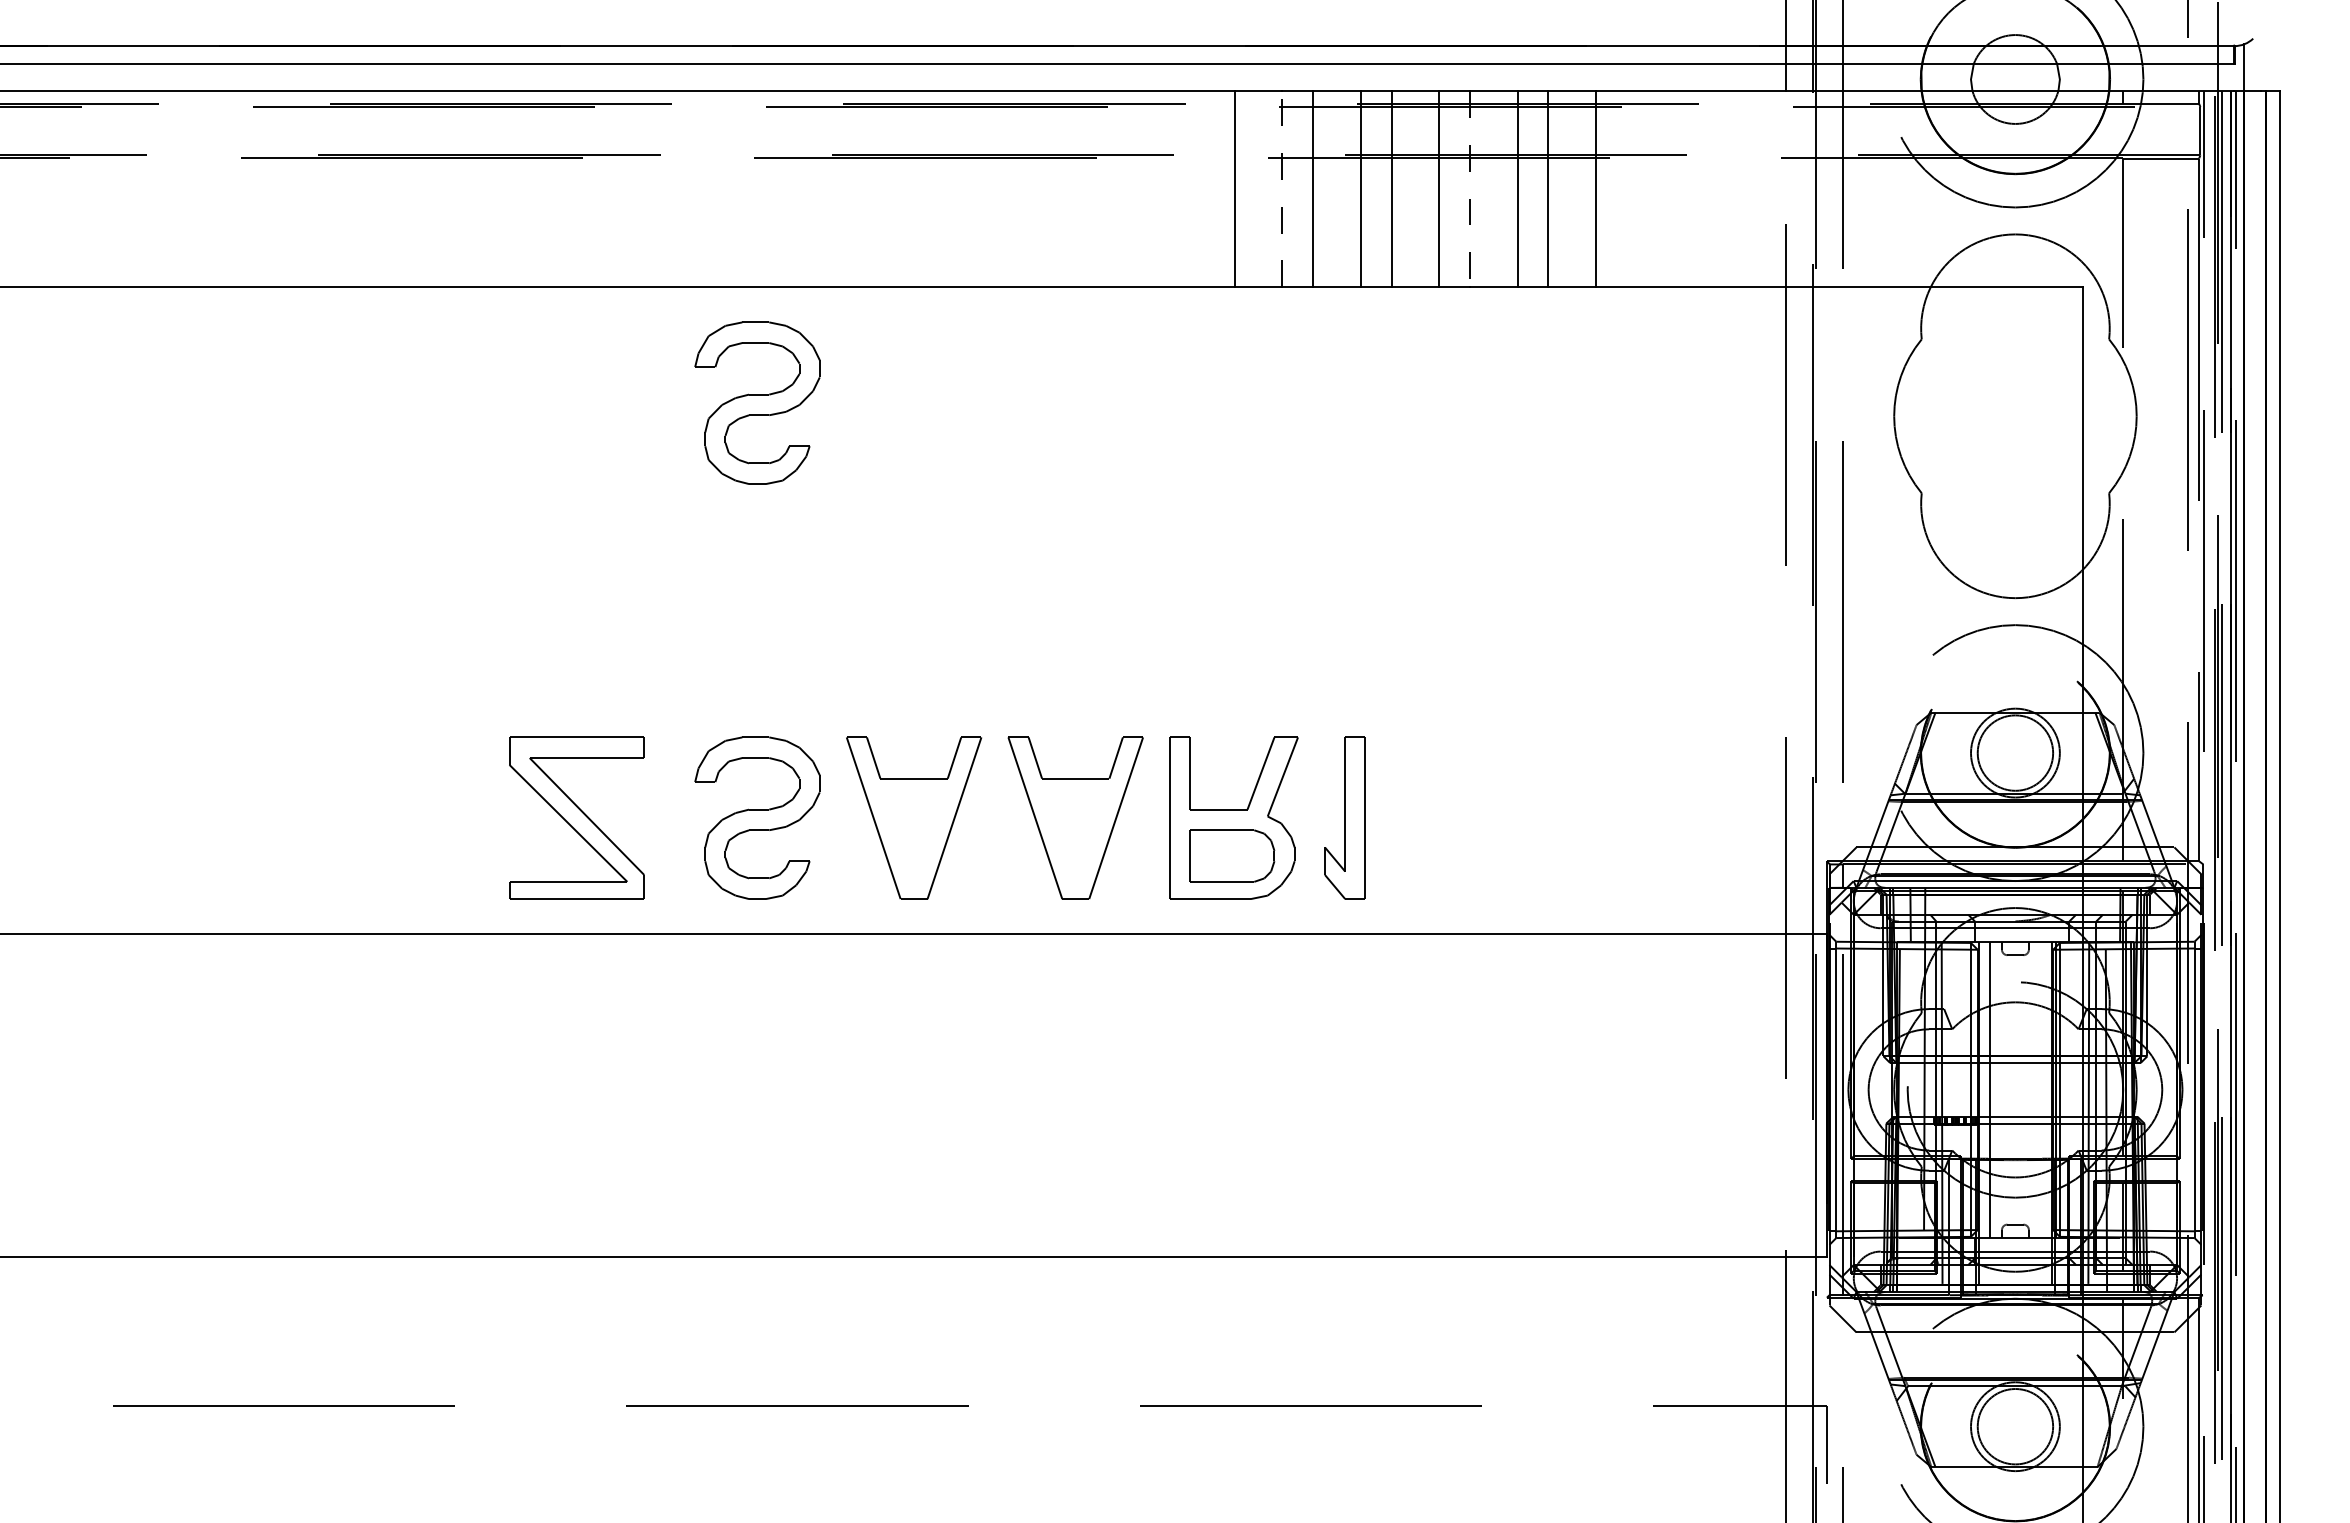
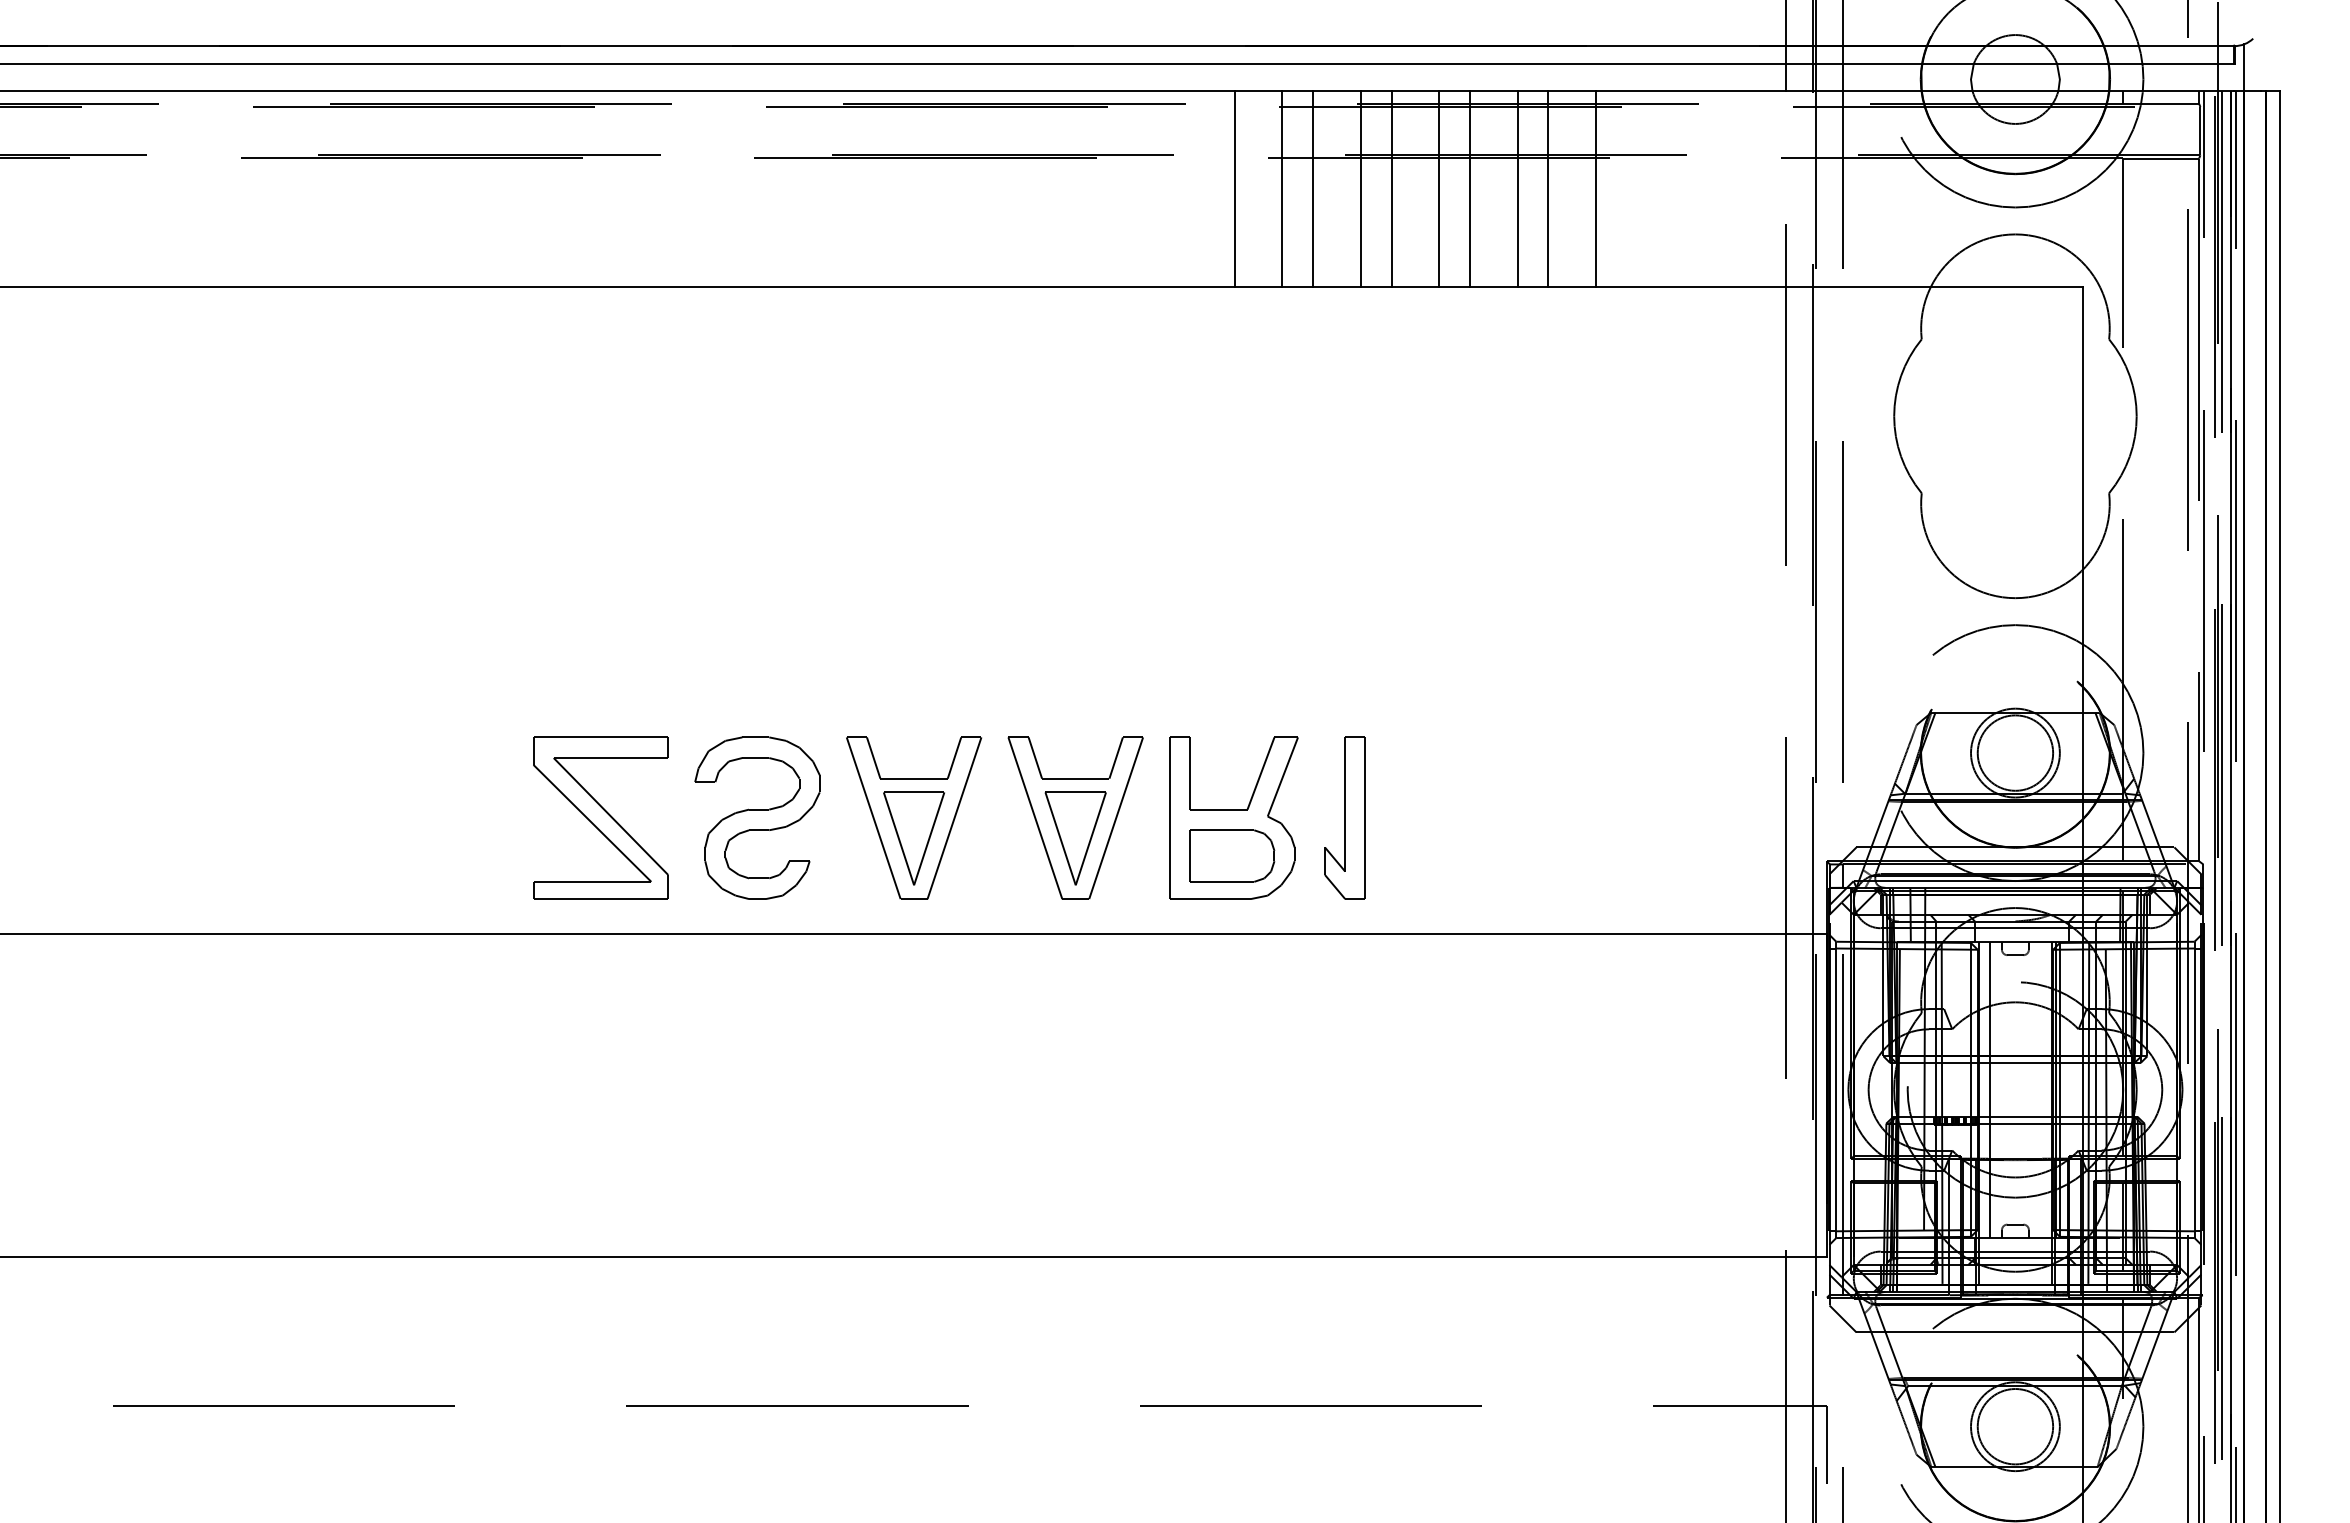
line at (1282, 188): dashed -> solid
line at (1470, 189): dashed -> solid
part at (757, 402): present -> none
part at (576, 817) position: (576, 817) -> (600, 817)
part at (913, 838): none -> present
part at (1075, 838): none -> present
